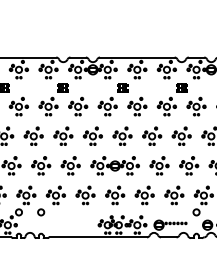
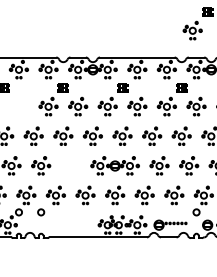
part at (197, 23): none -> present
part at (18, 106): present -> none
part at (70, 165): present -> none
